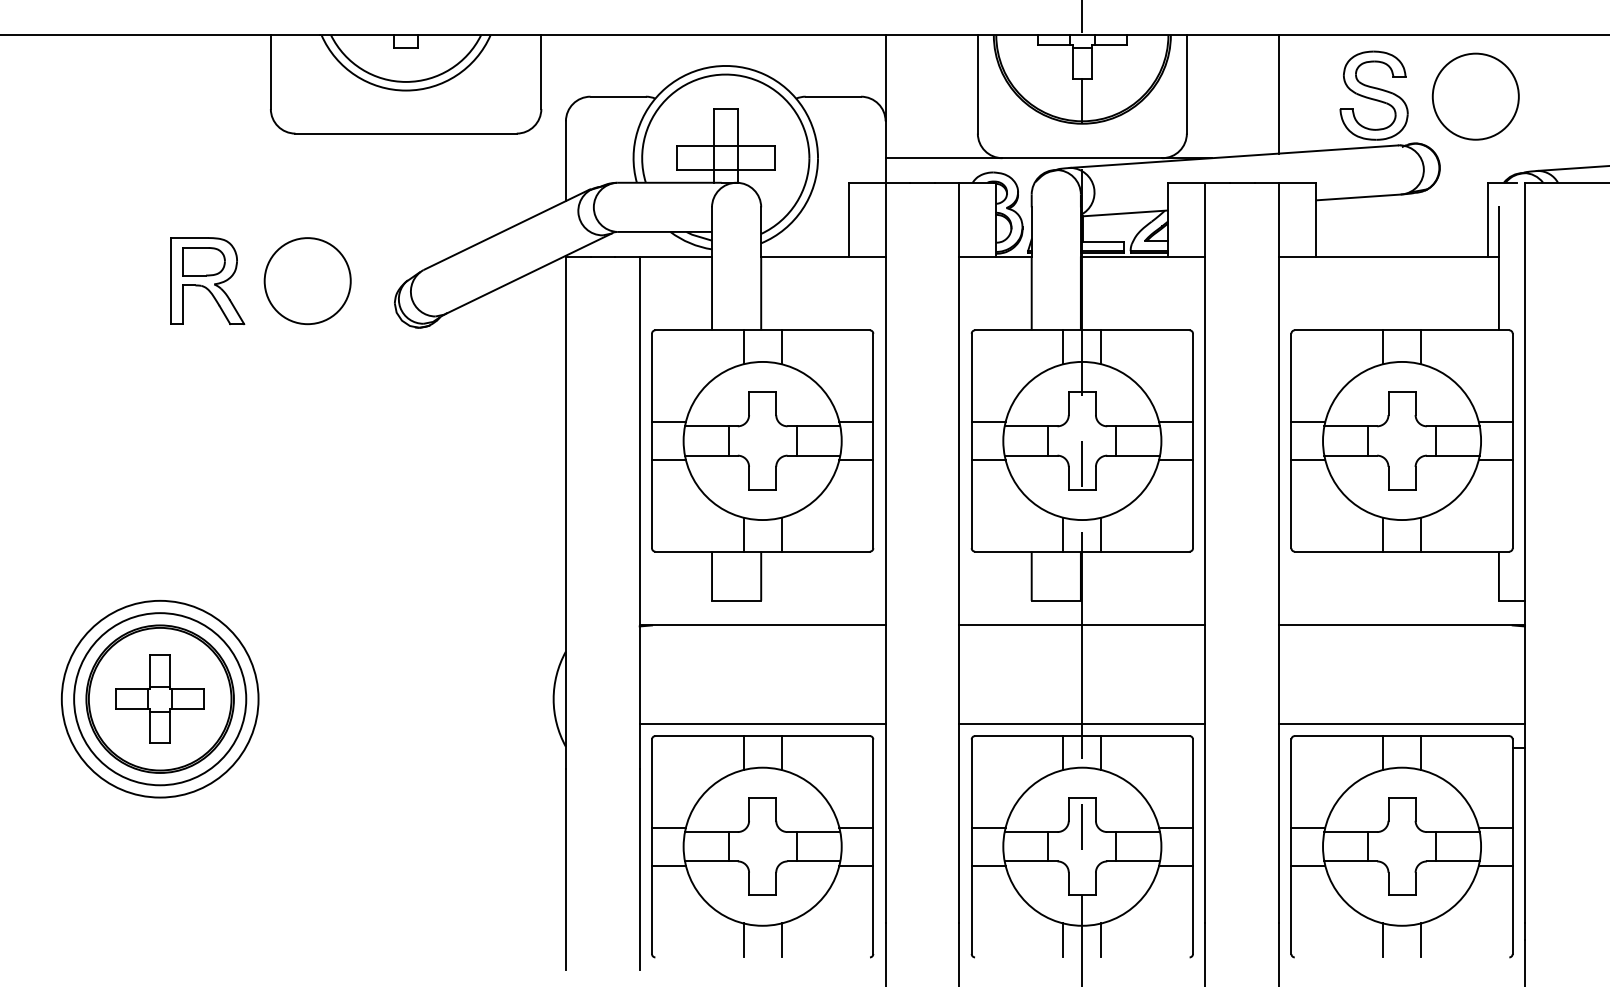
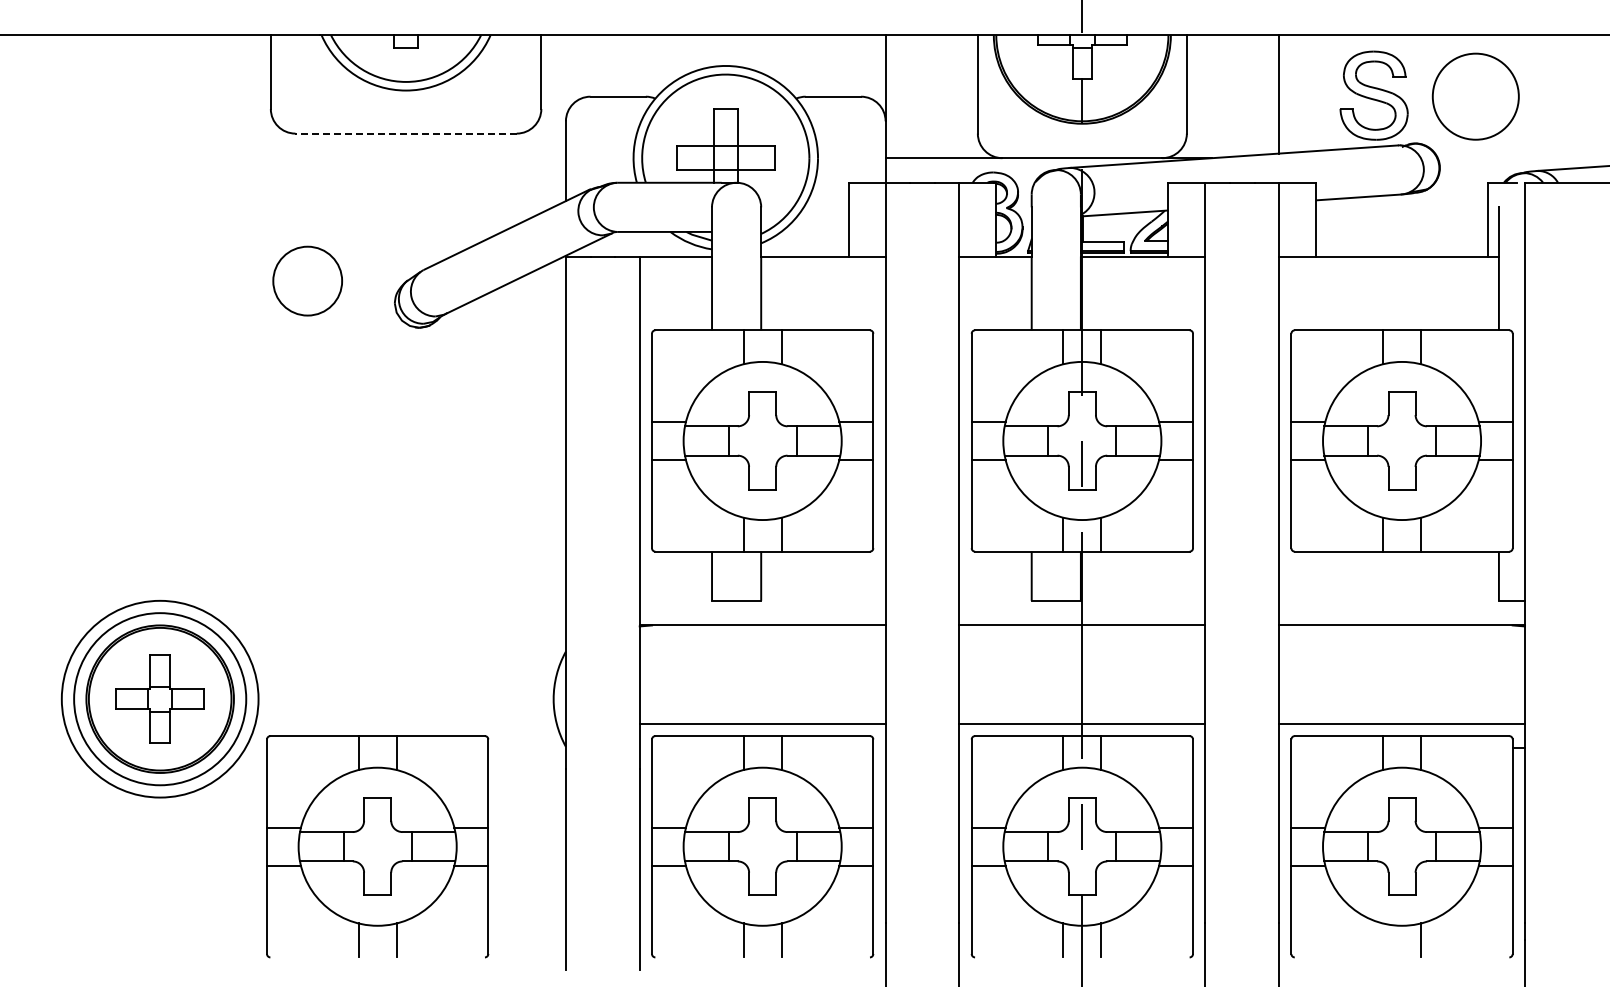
line at (406, 133): solid -> dashed
part at (207, 280): present -> none
circle at (307, 281) diameter: 86 px -> 69 px
part at (377, 846): none -> present
line at (1383, 940): present -> none
